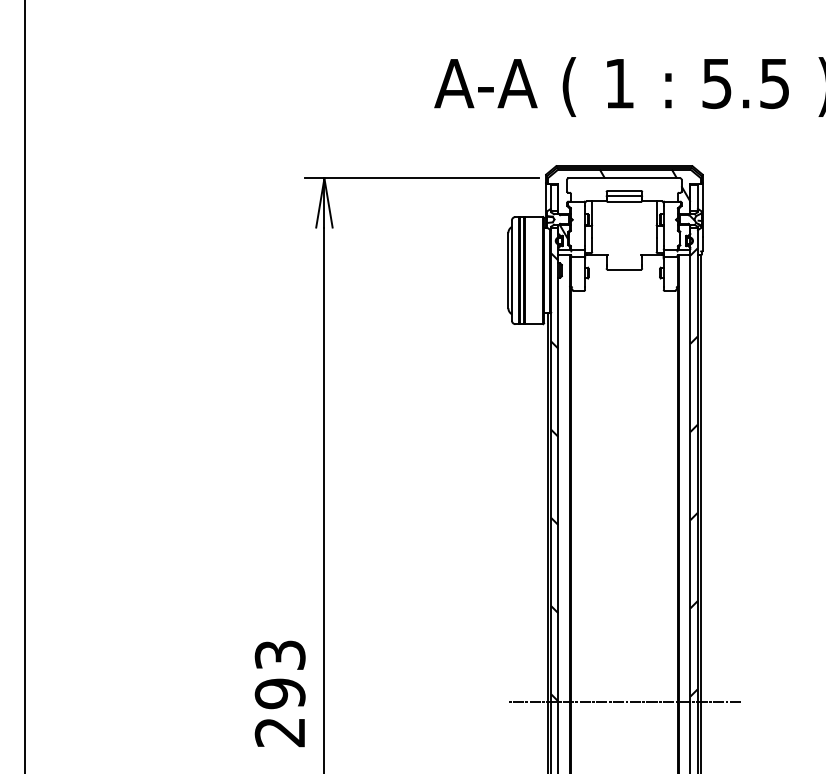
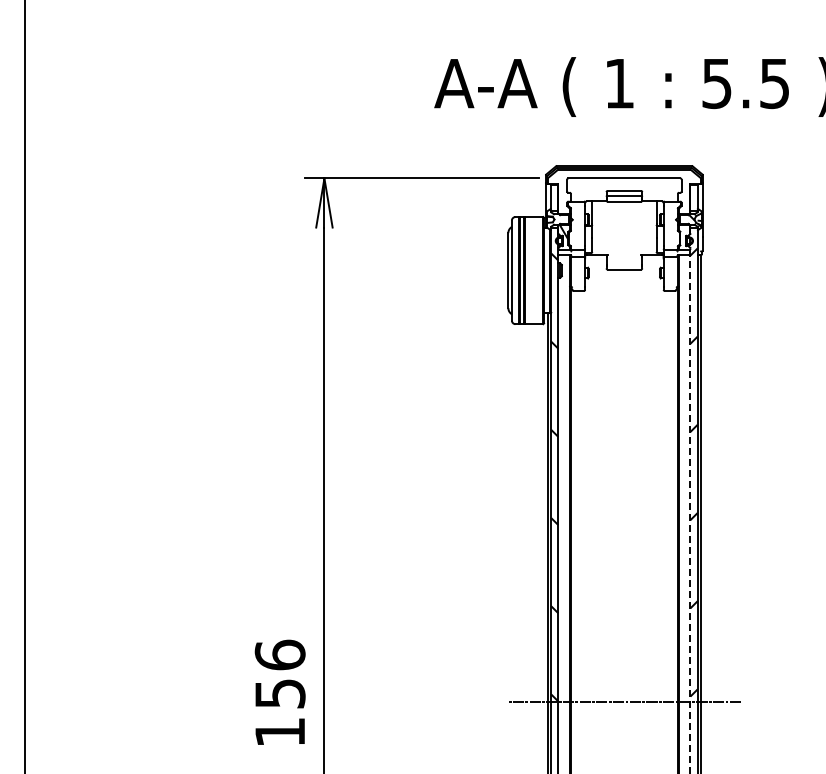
hatch at (644, 185): present -> none
line at (690, 500): solid -> dashed
text at (279, 693): 293 -> 156
